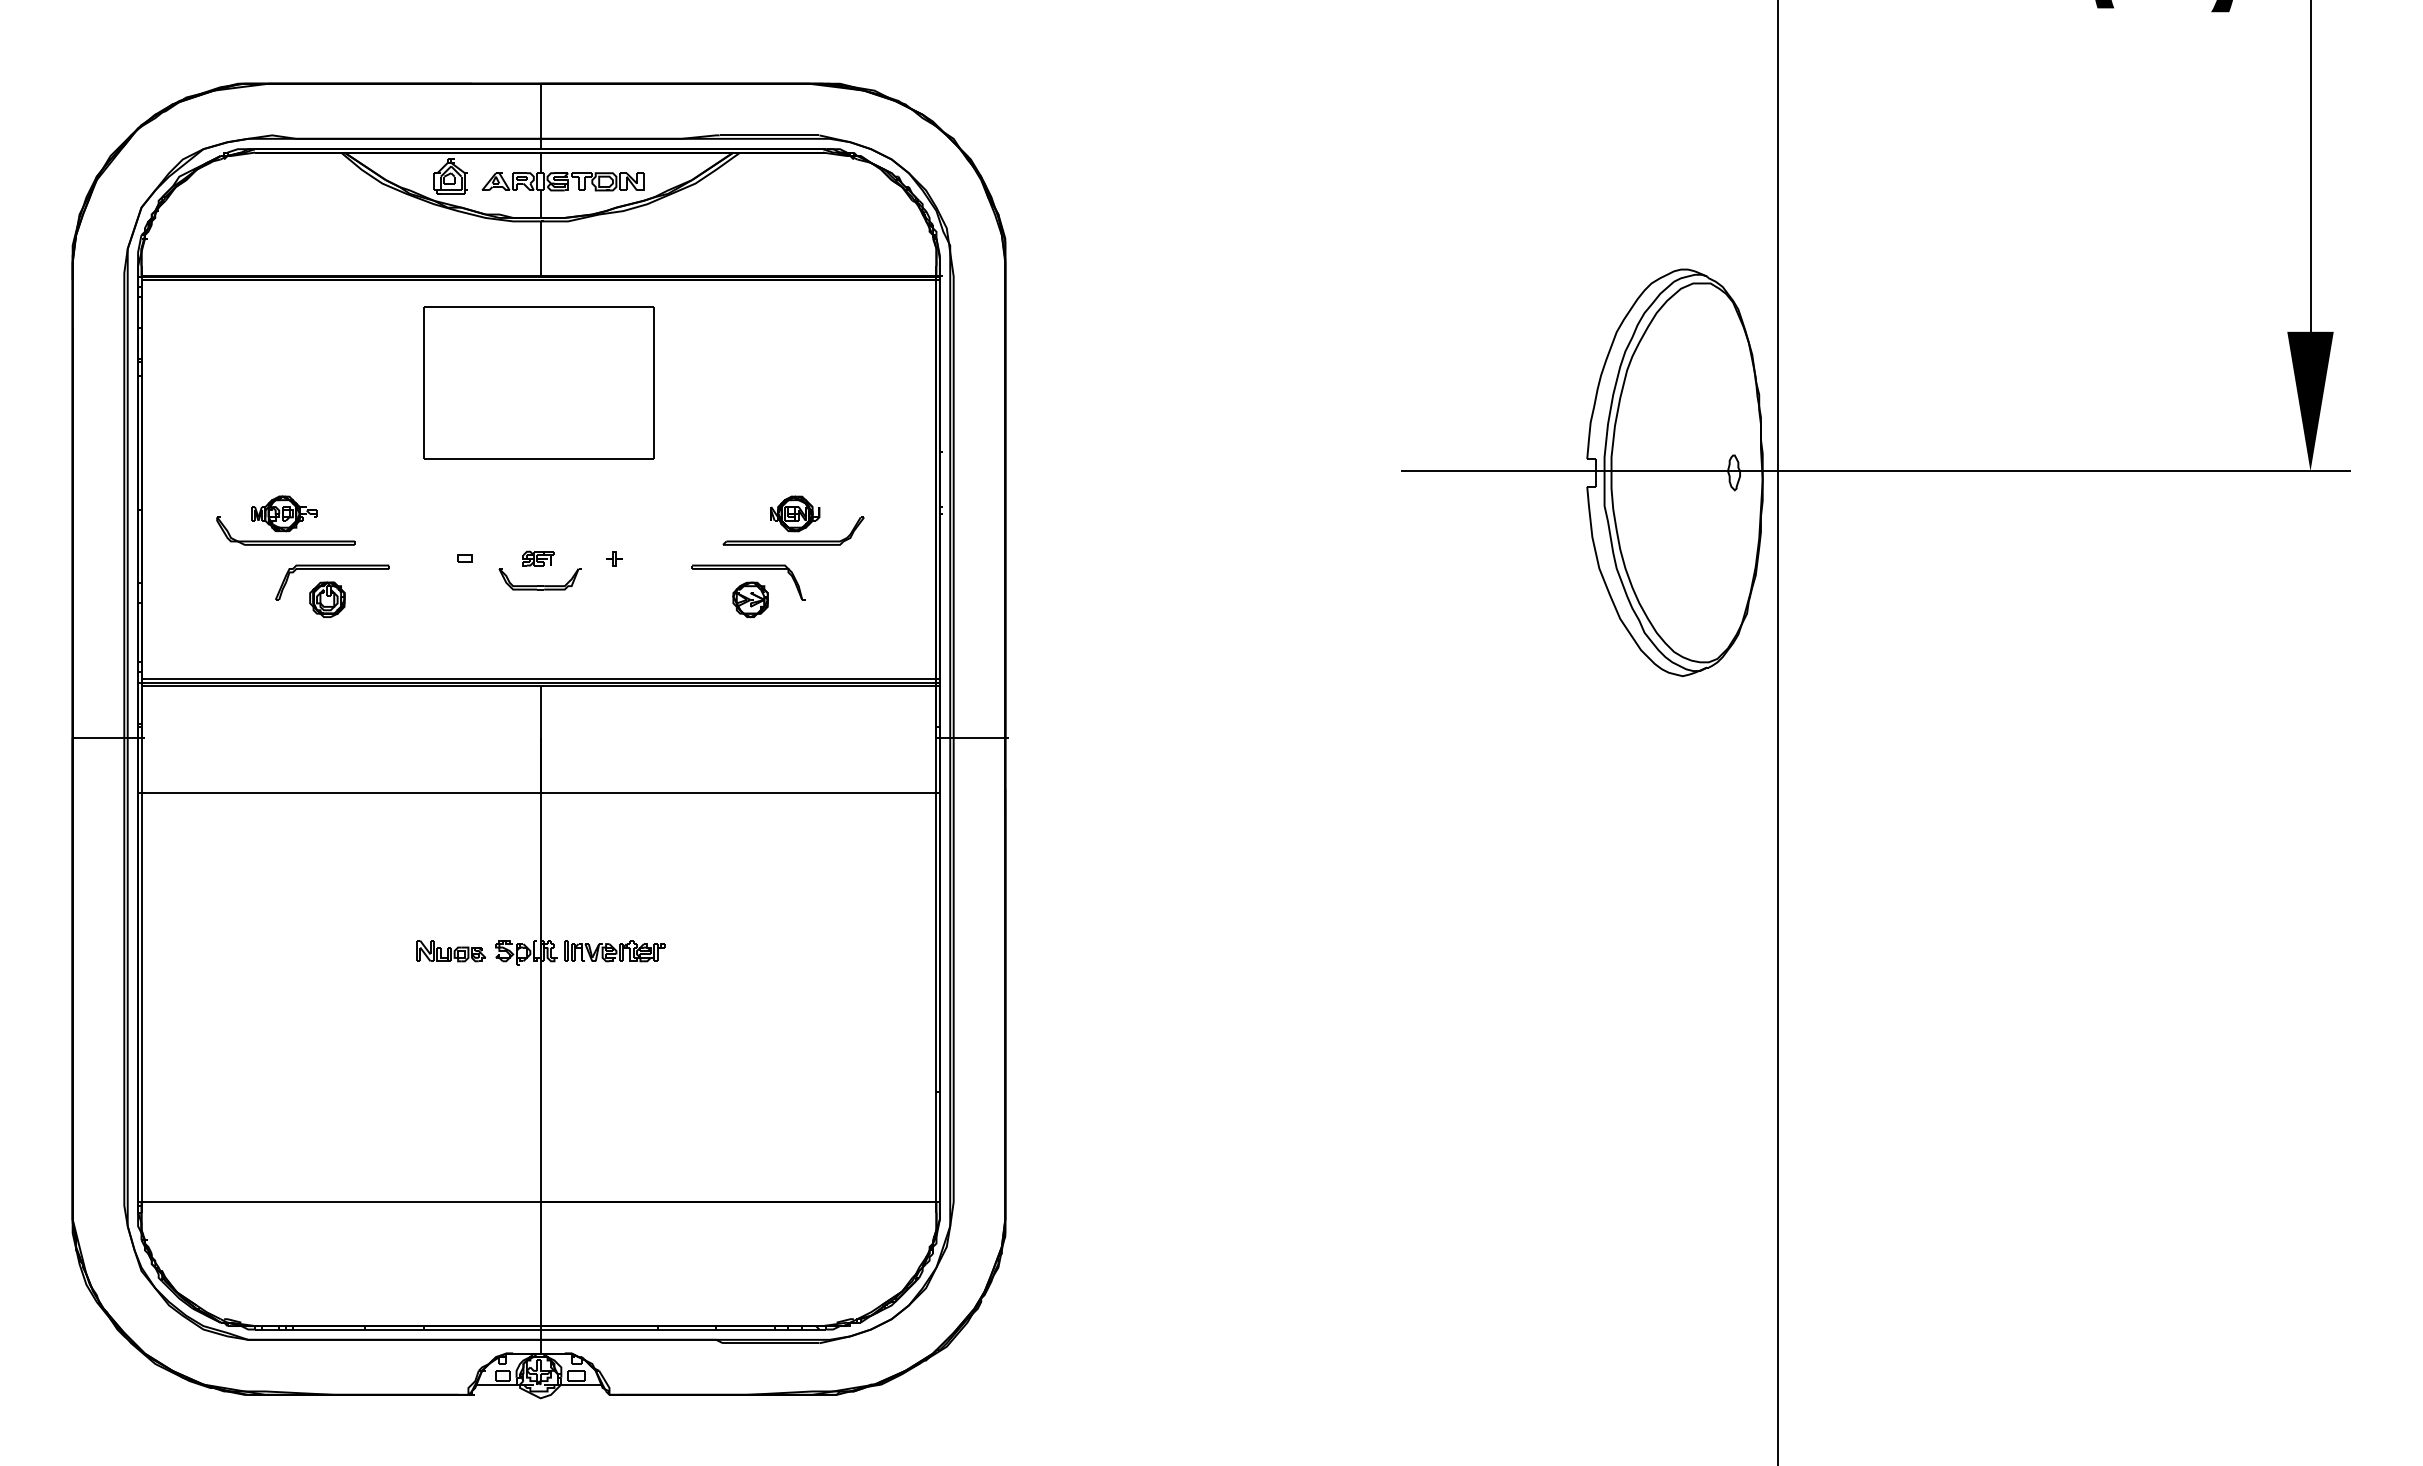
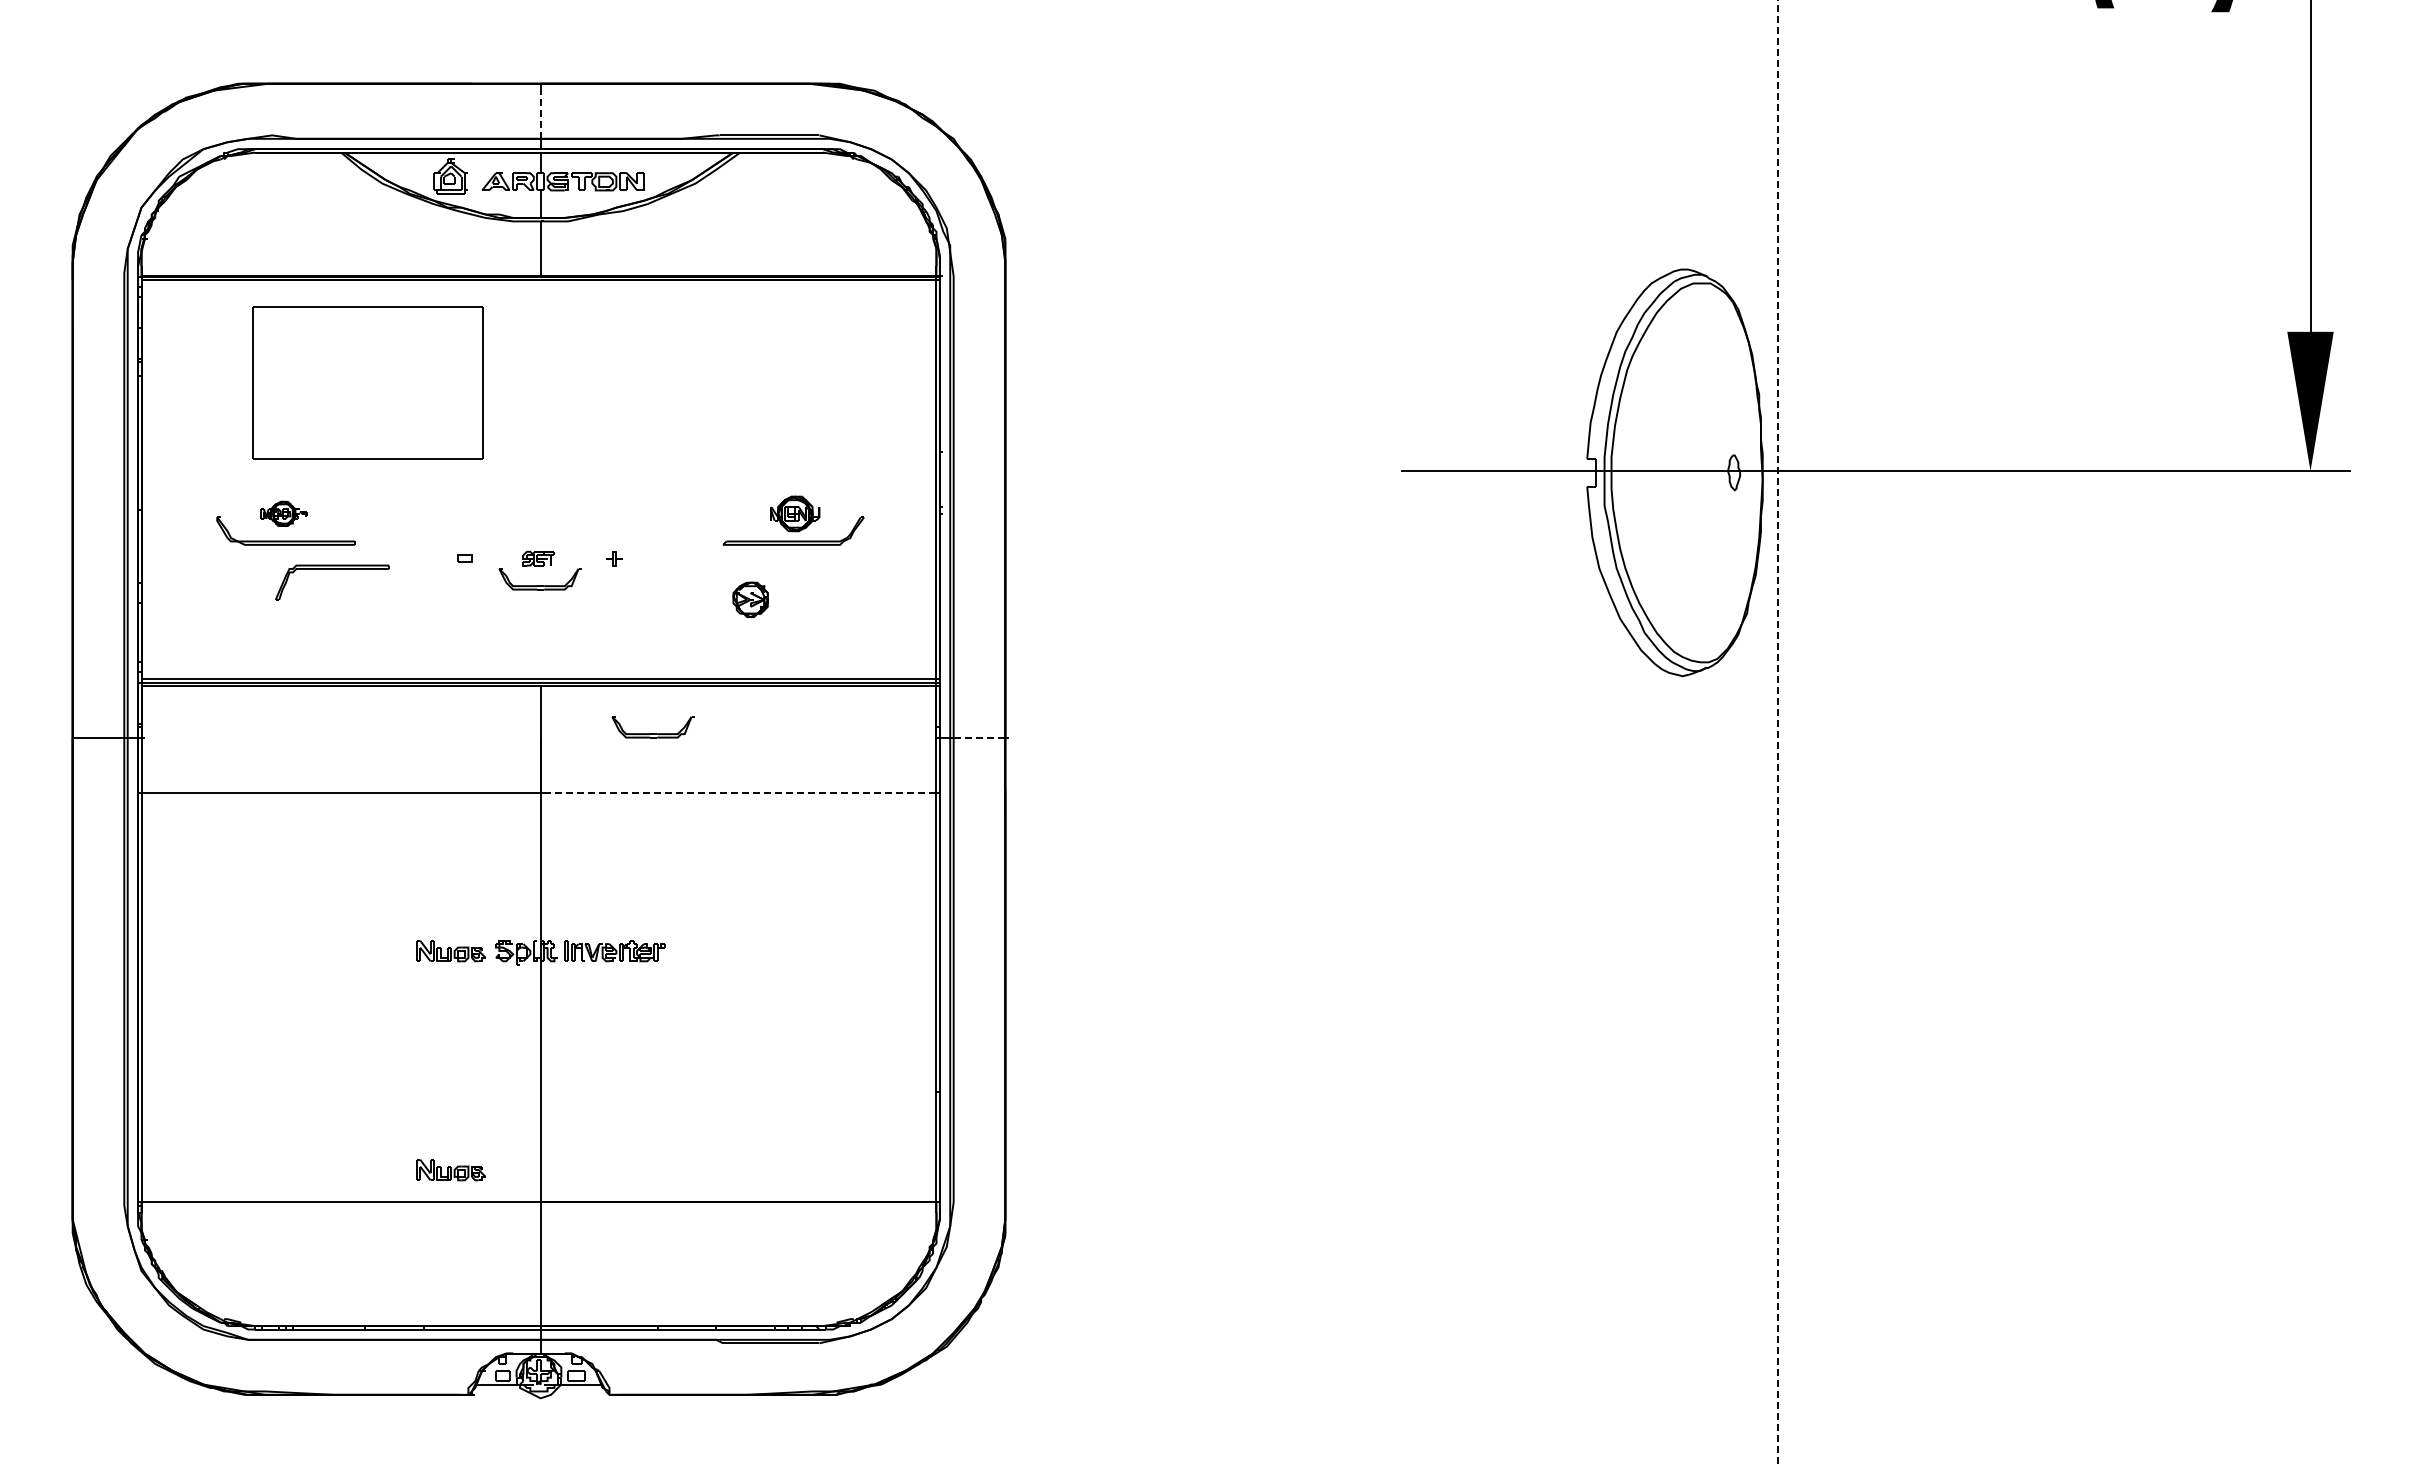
line at (540, 114): solid -> dashed
part at (538, 382) position: (538, 382) -> (367, 382)
part at (284, 513) size: 67x38 px -> 48x27 px
part at (748, 569): present -> none
part at (327, 599): present -> none
part at (652, 727): none -> present
line at (1778, 732): solid -> dashed
line at (979, 737): solid -> dashed
line at (738, 792): solid -> dashed
part at (450, 1170): none -> present
